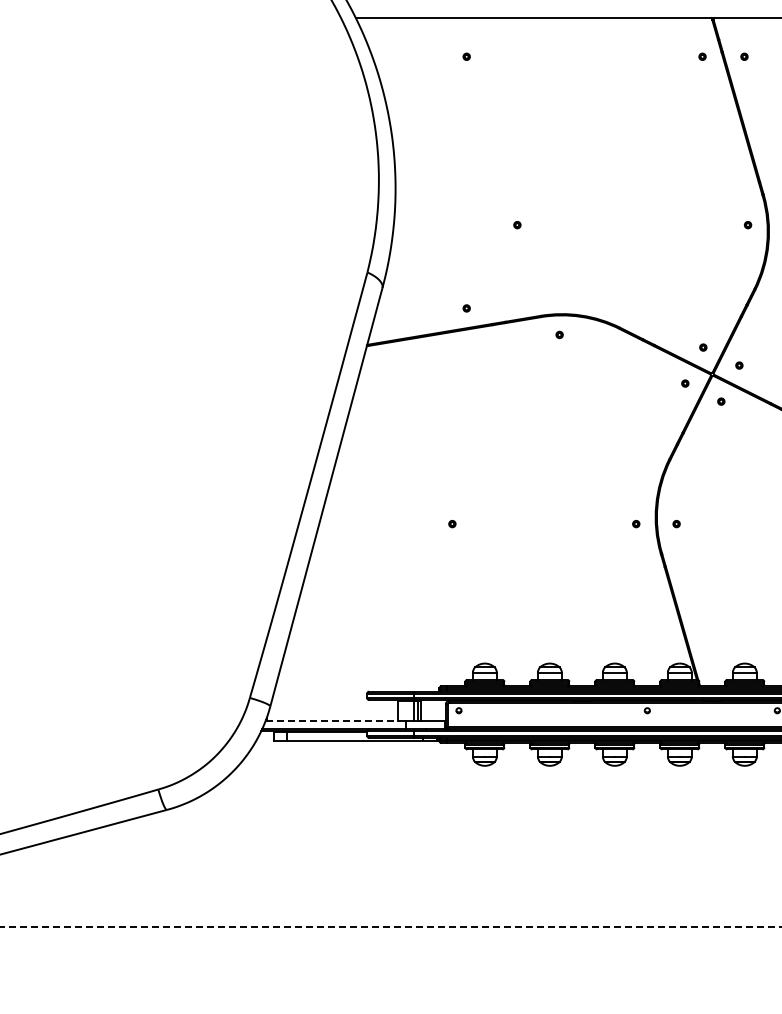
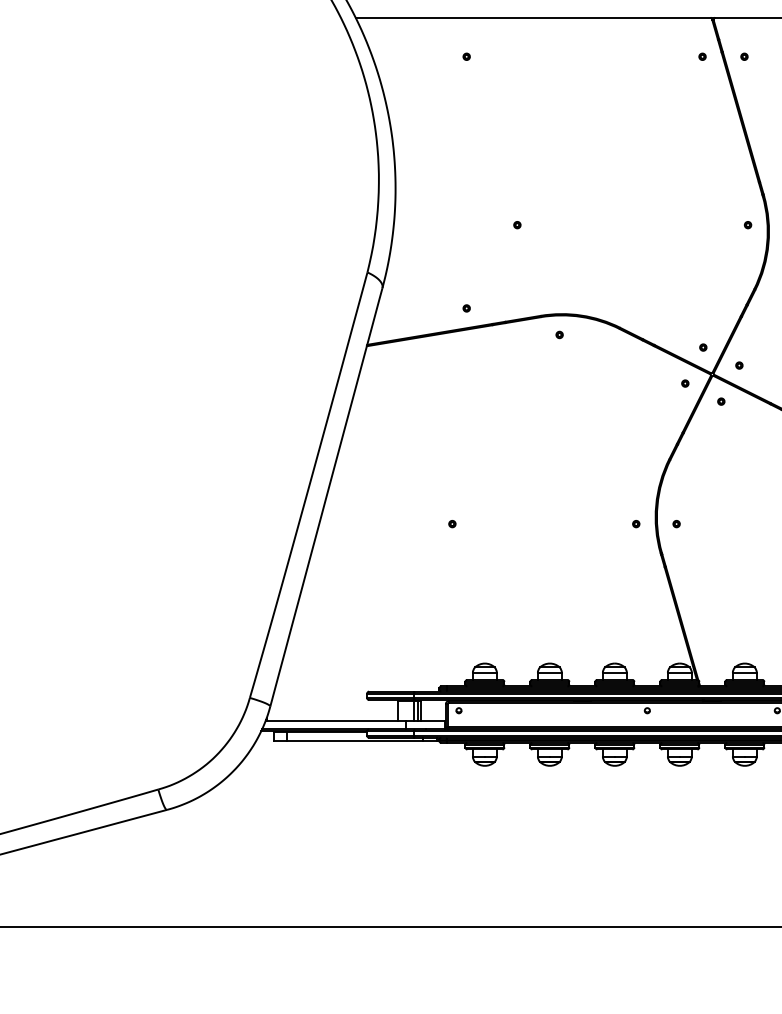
line at (336, 720): dashed -> solid
line at (391, 927): dashed -> solid
